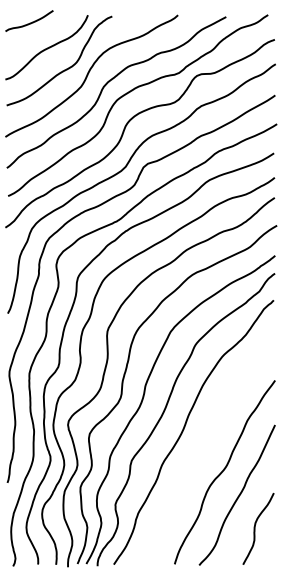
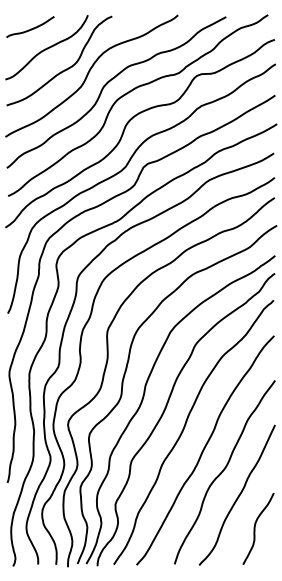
curve at (29, 22) position: (29, 22) -> (30, 28)
curve at (204, 450): none -> present
